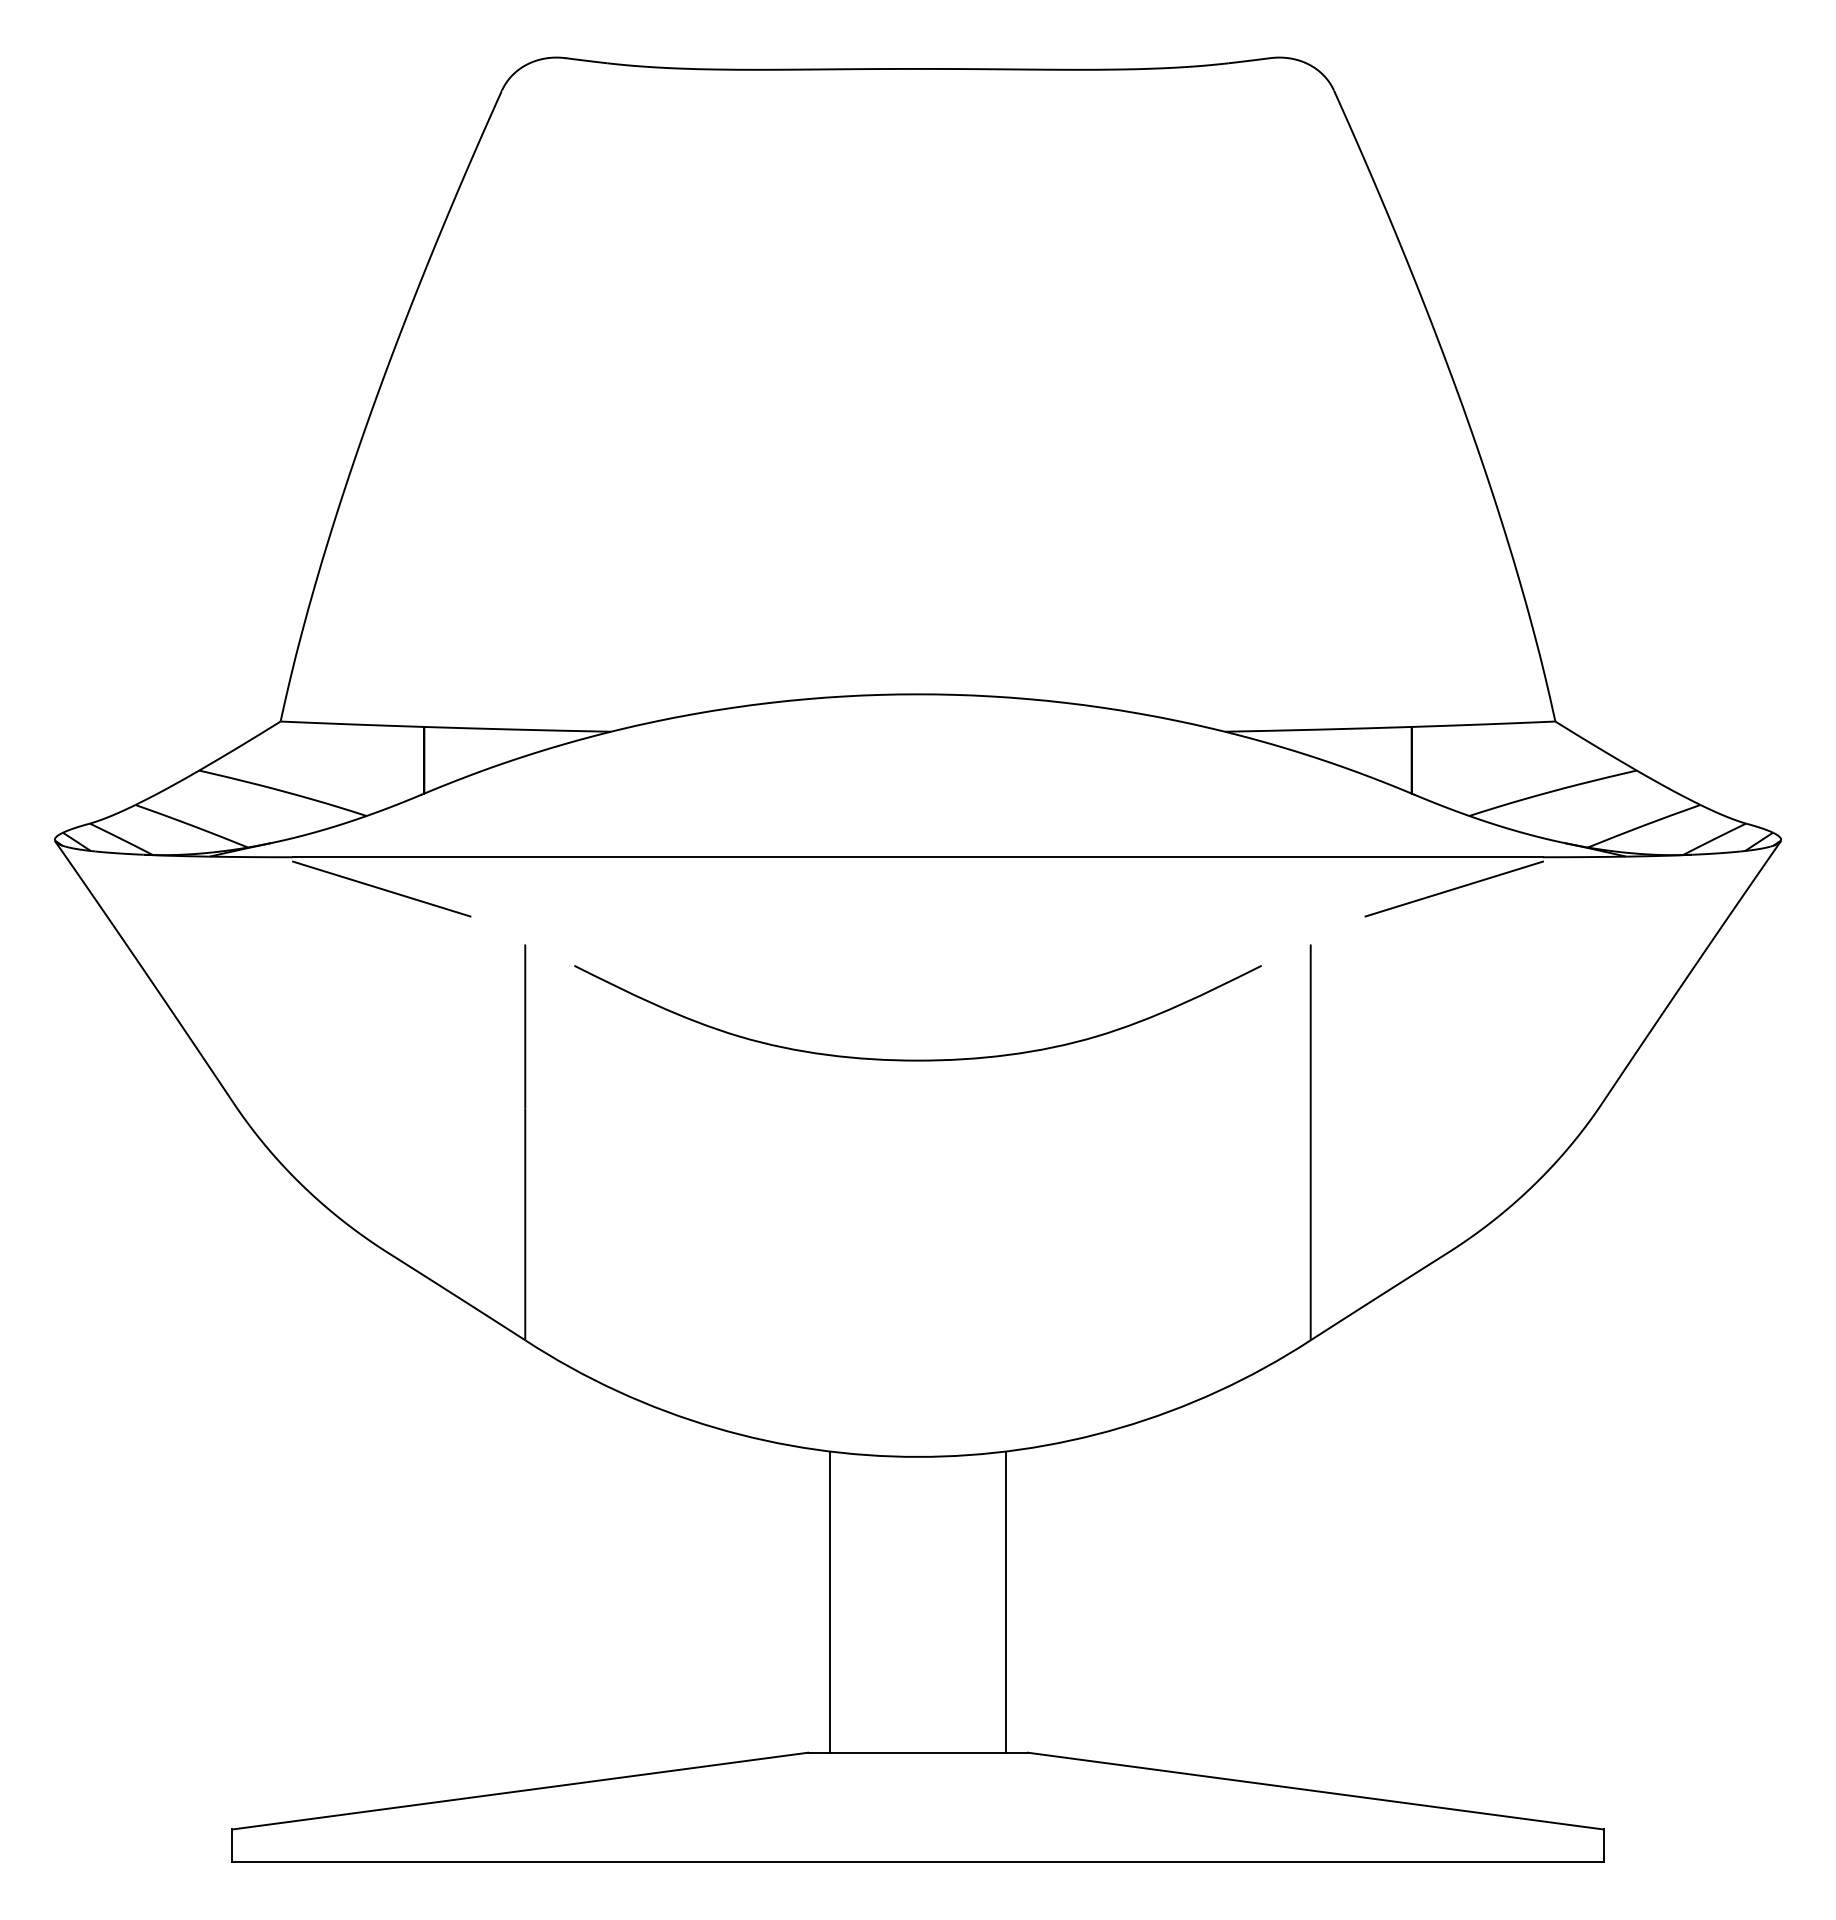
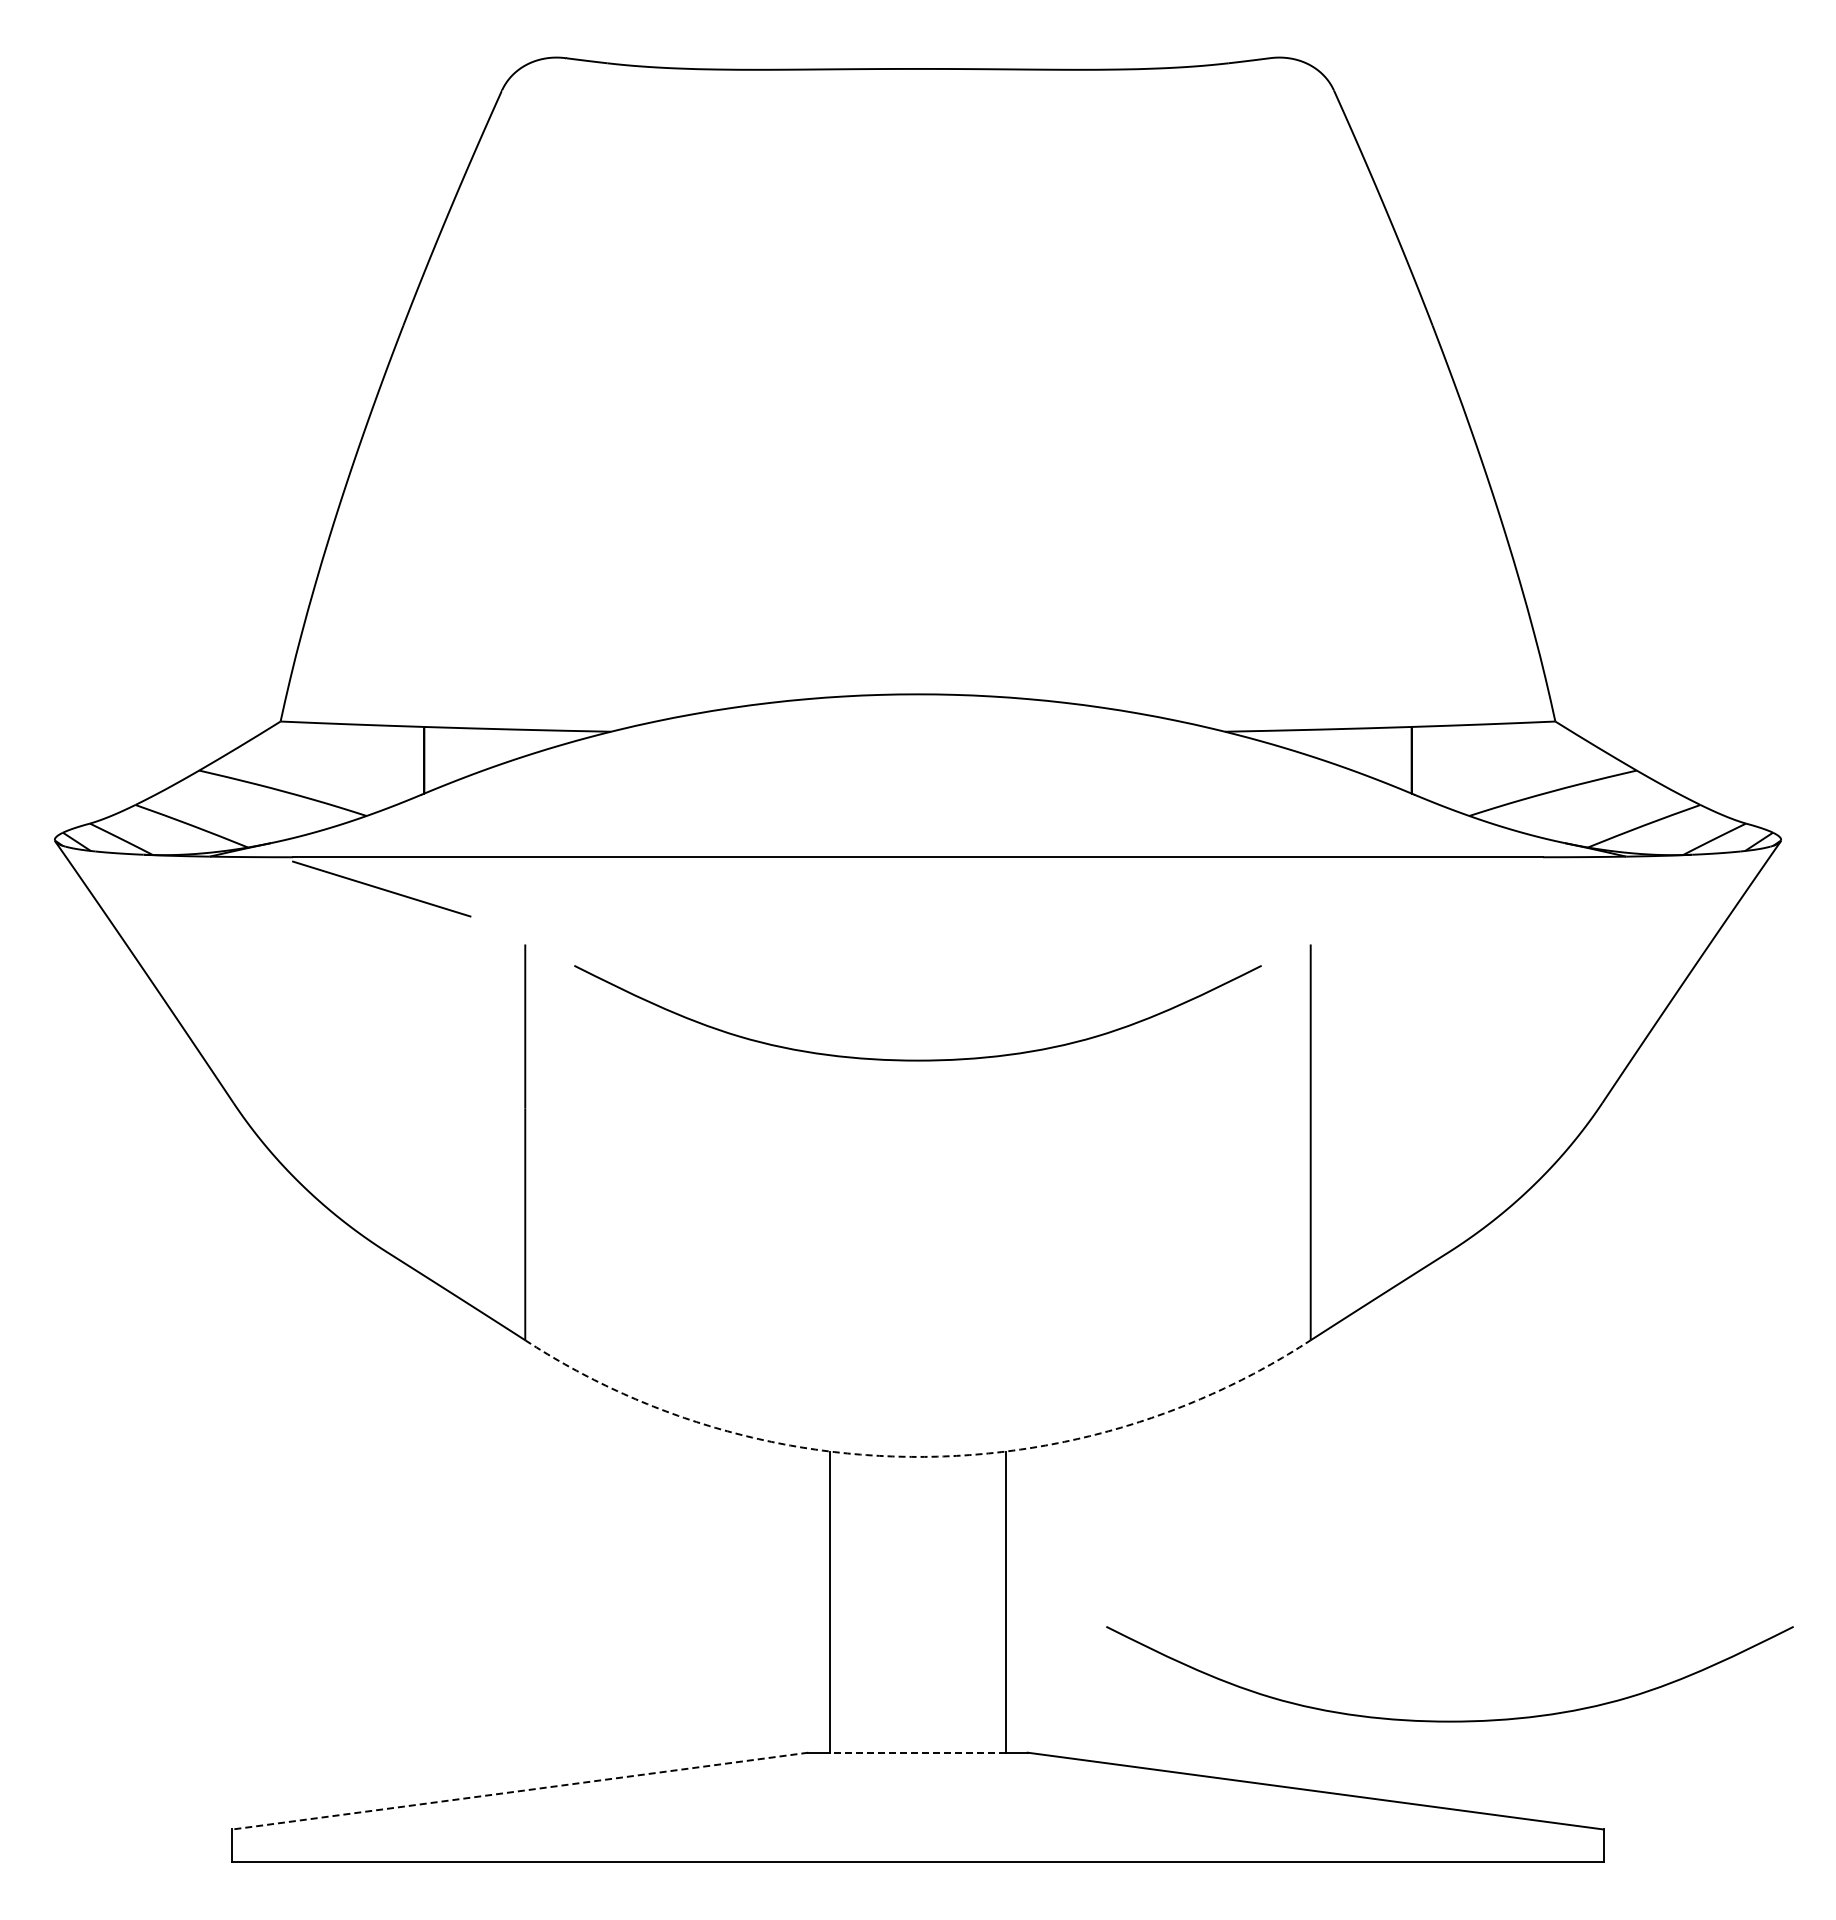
line at (1453, 888): present -> none
arc at (917, 1456): solid -> dashed
curve at (1449, 1720): none -> present
line at (917, 1752): solid -> dashed
line at (520, 1791): solid -> dashed
